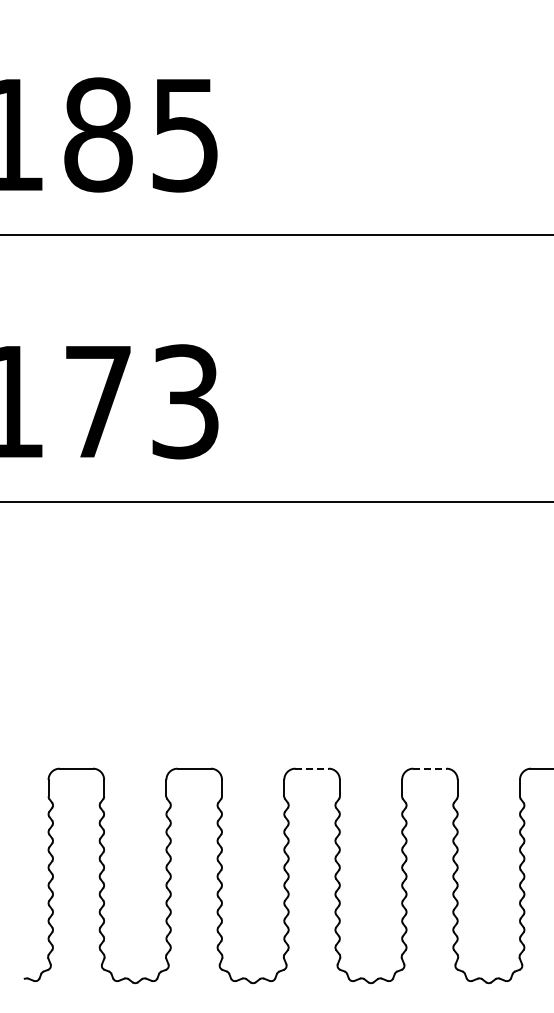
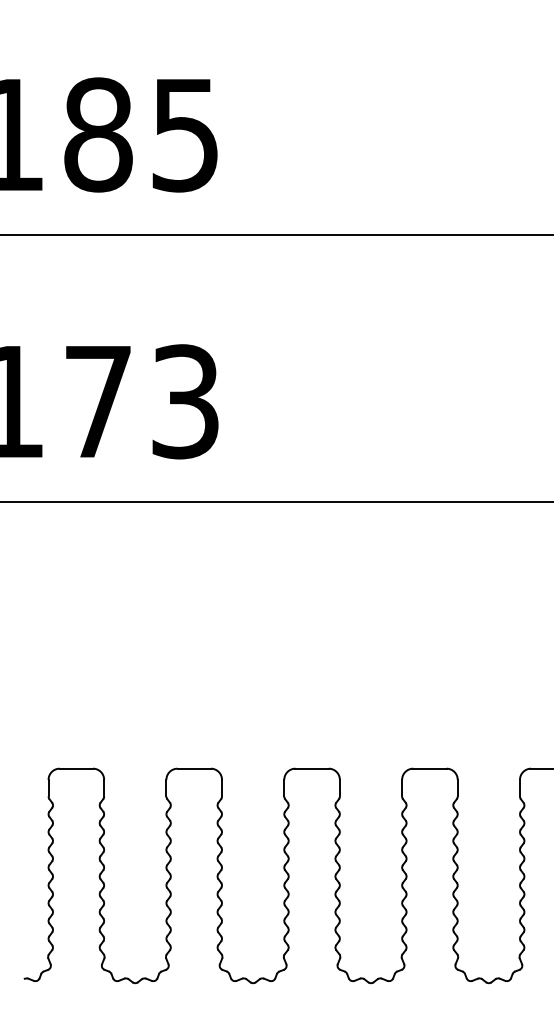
line at (312, 768): dashed -> solid
line at (429, 768): dashed -> solid
